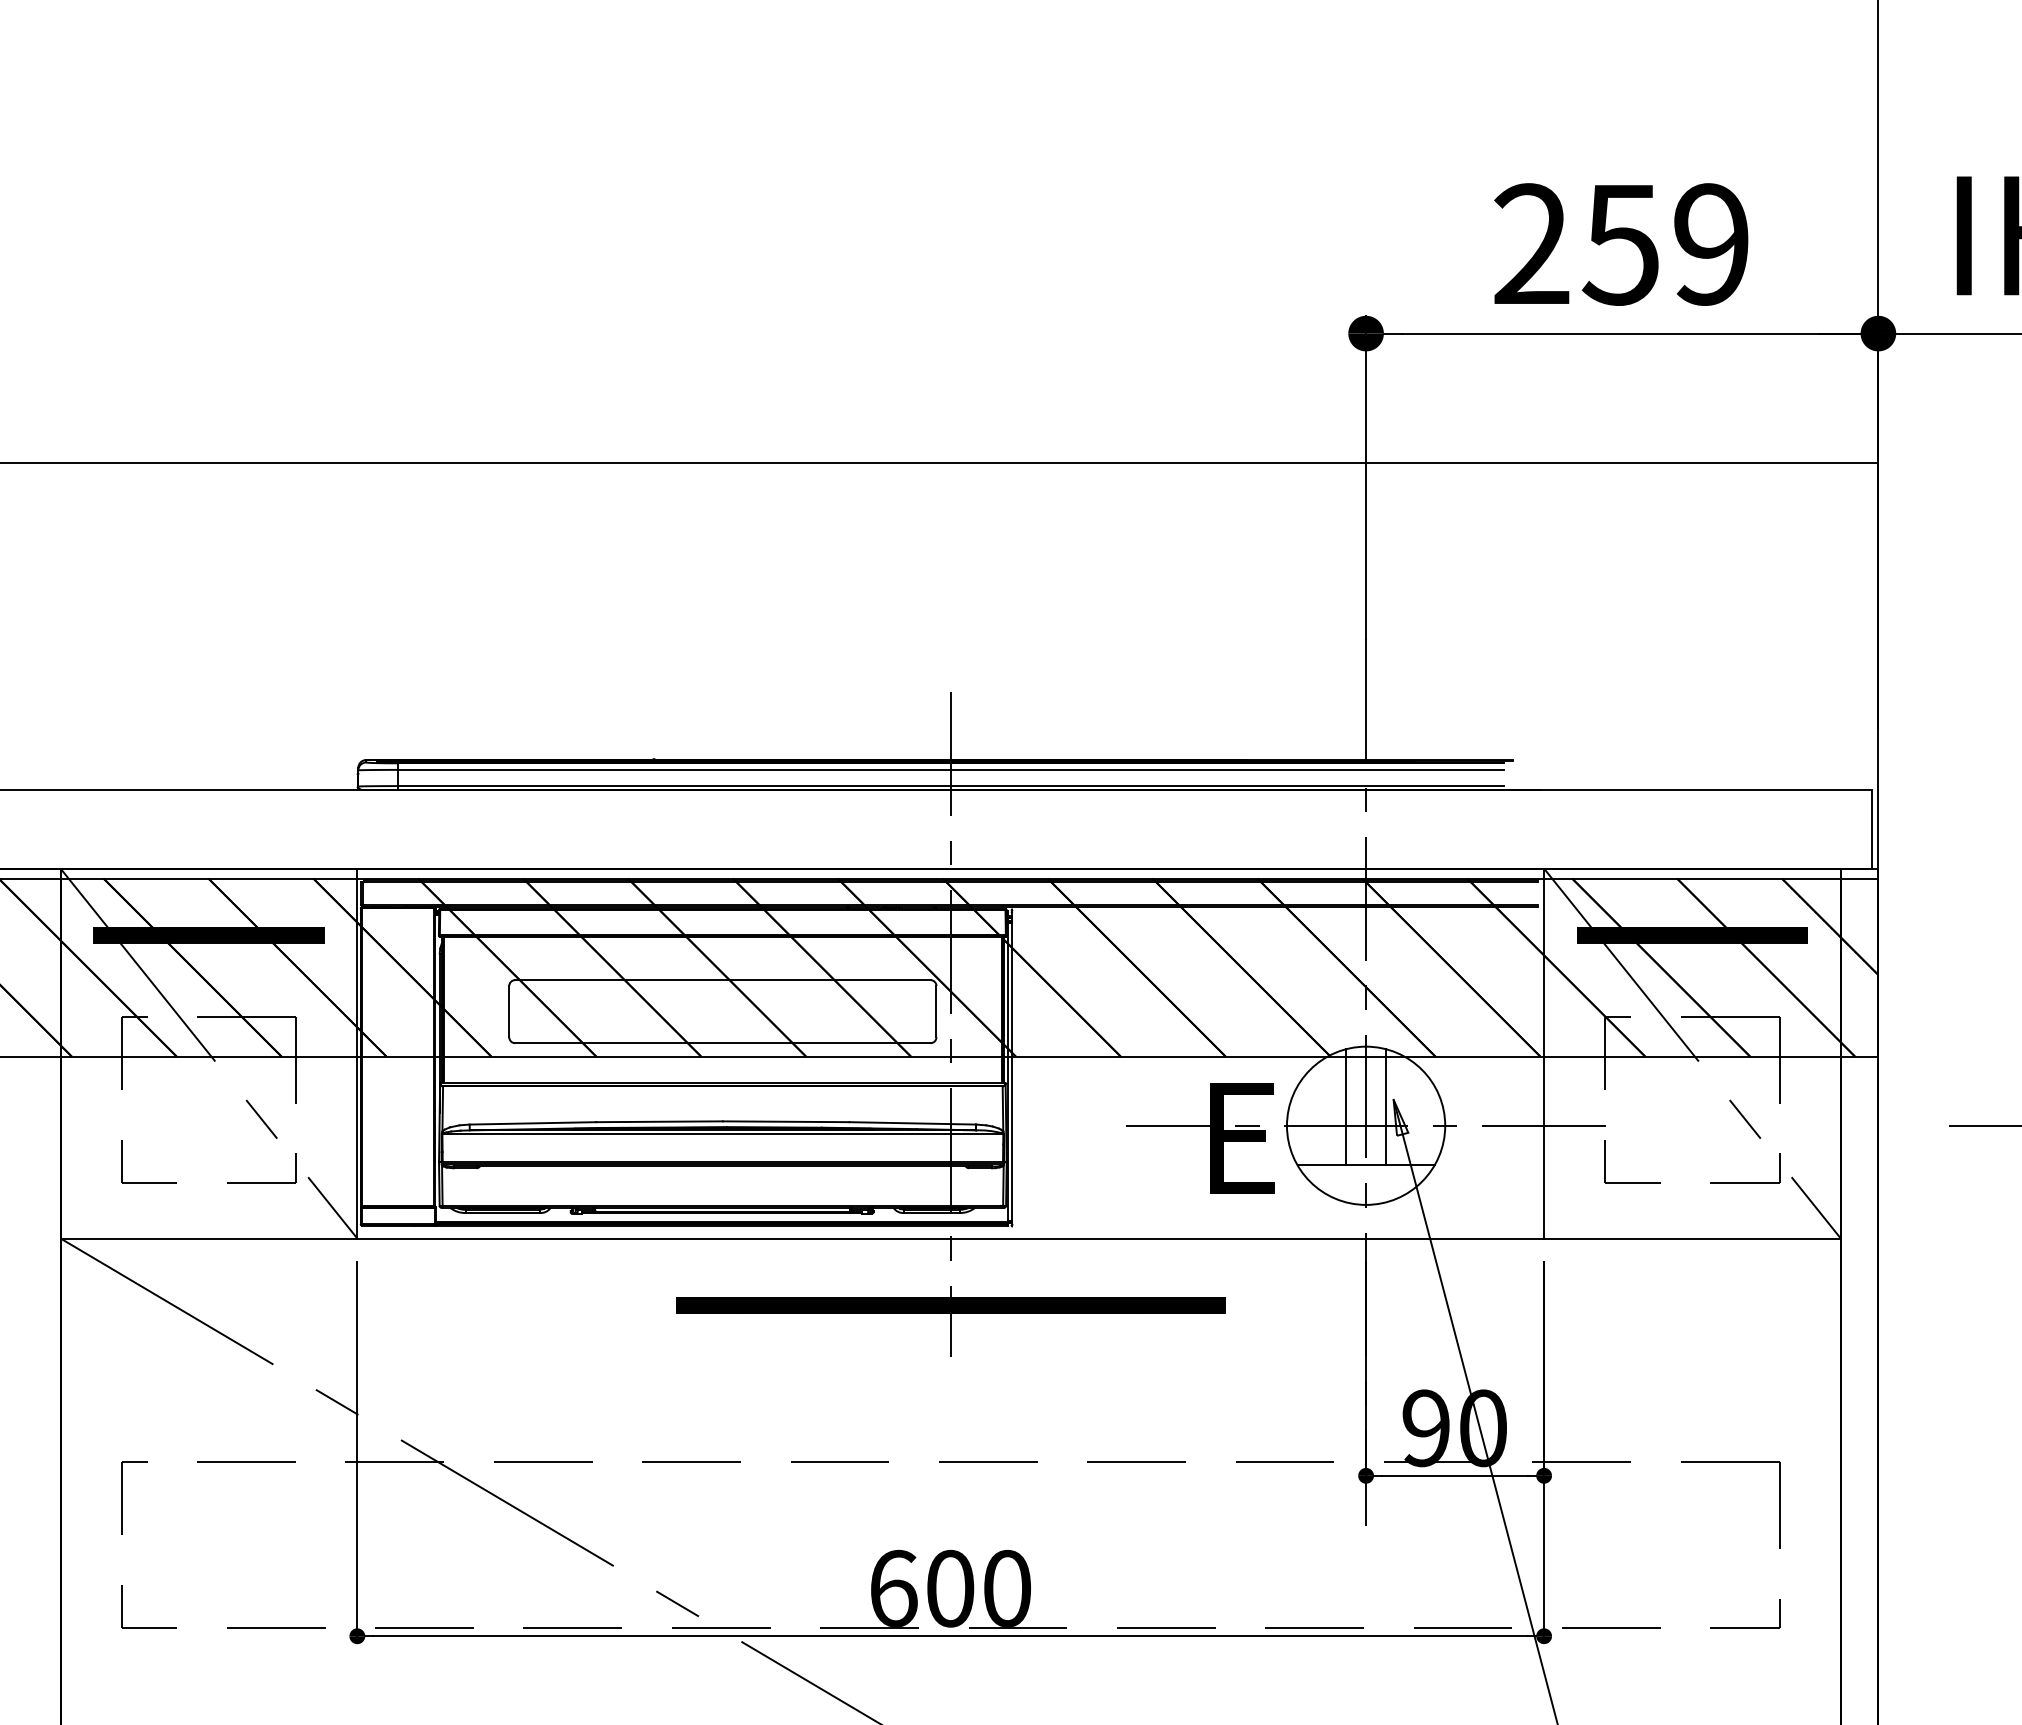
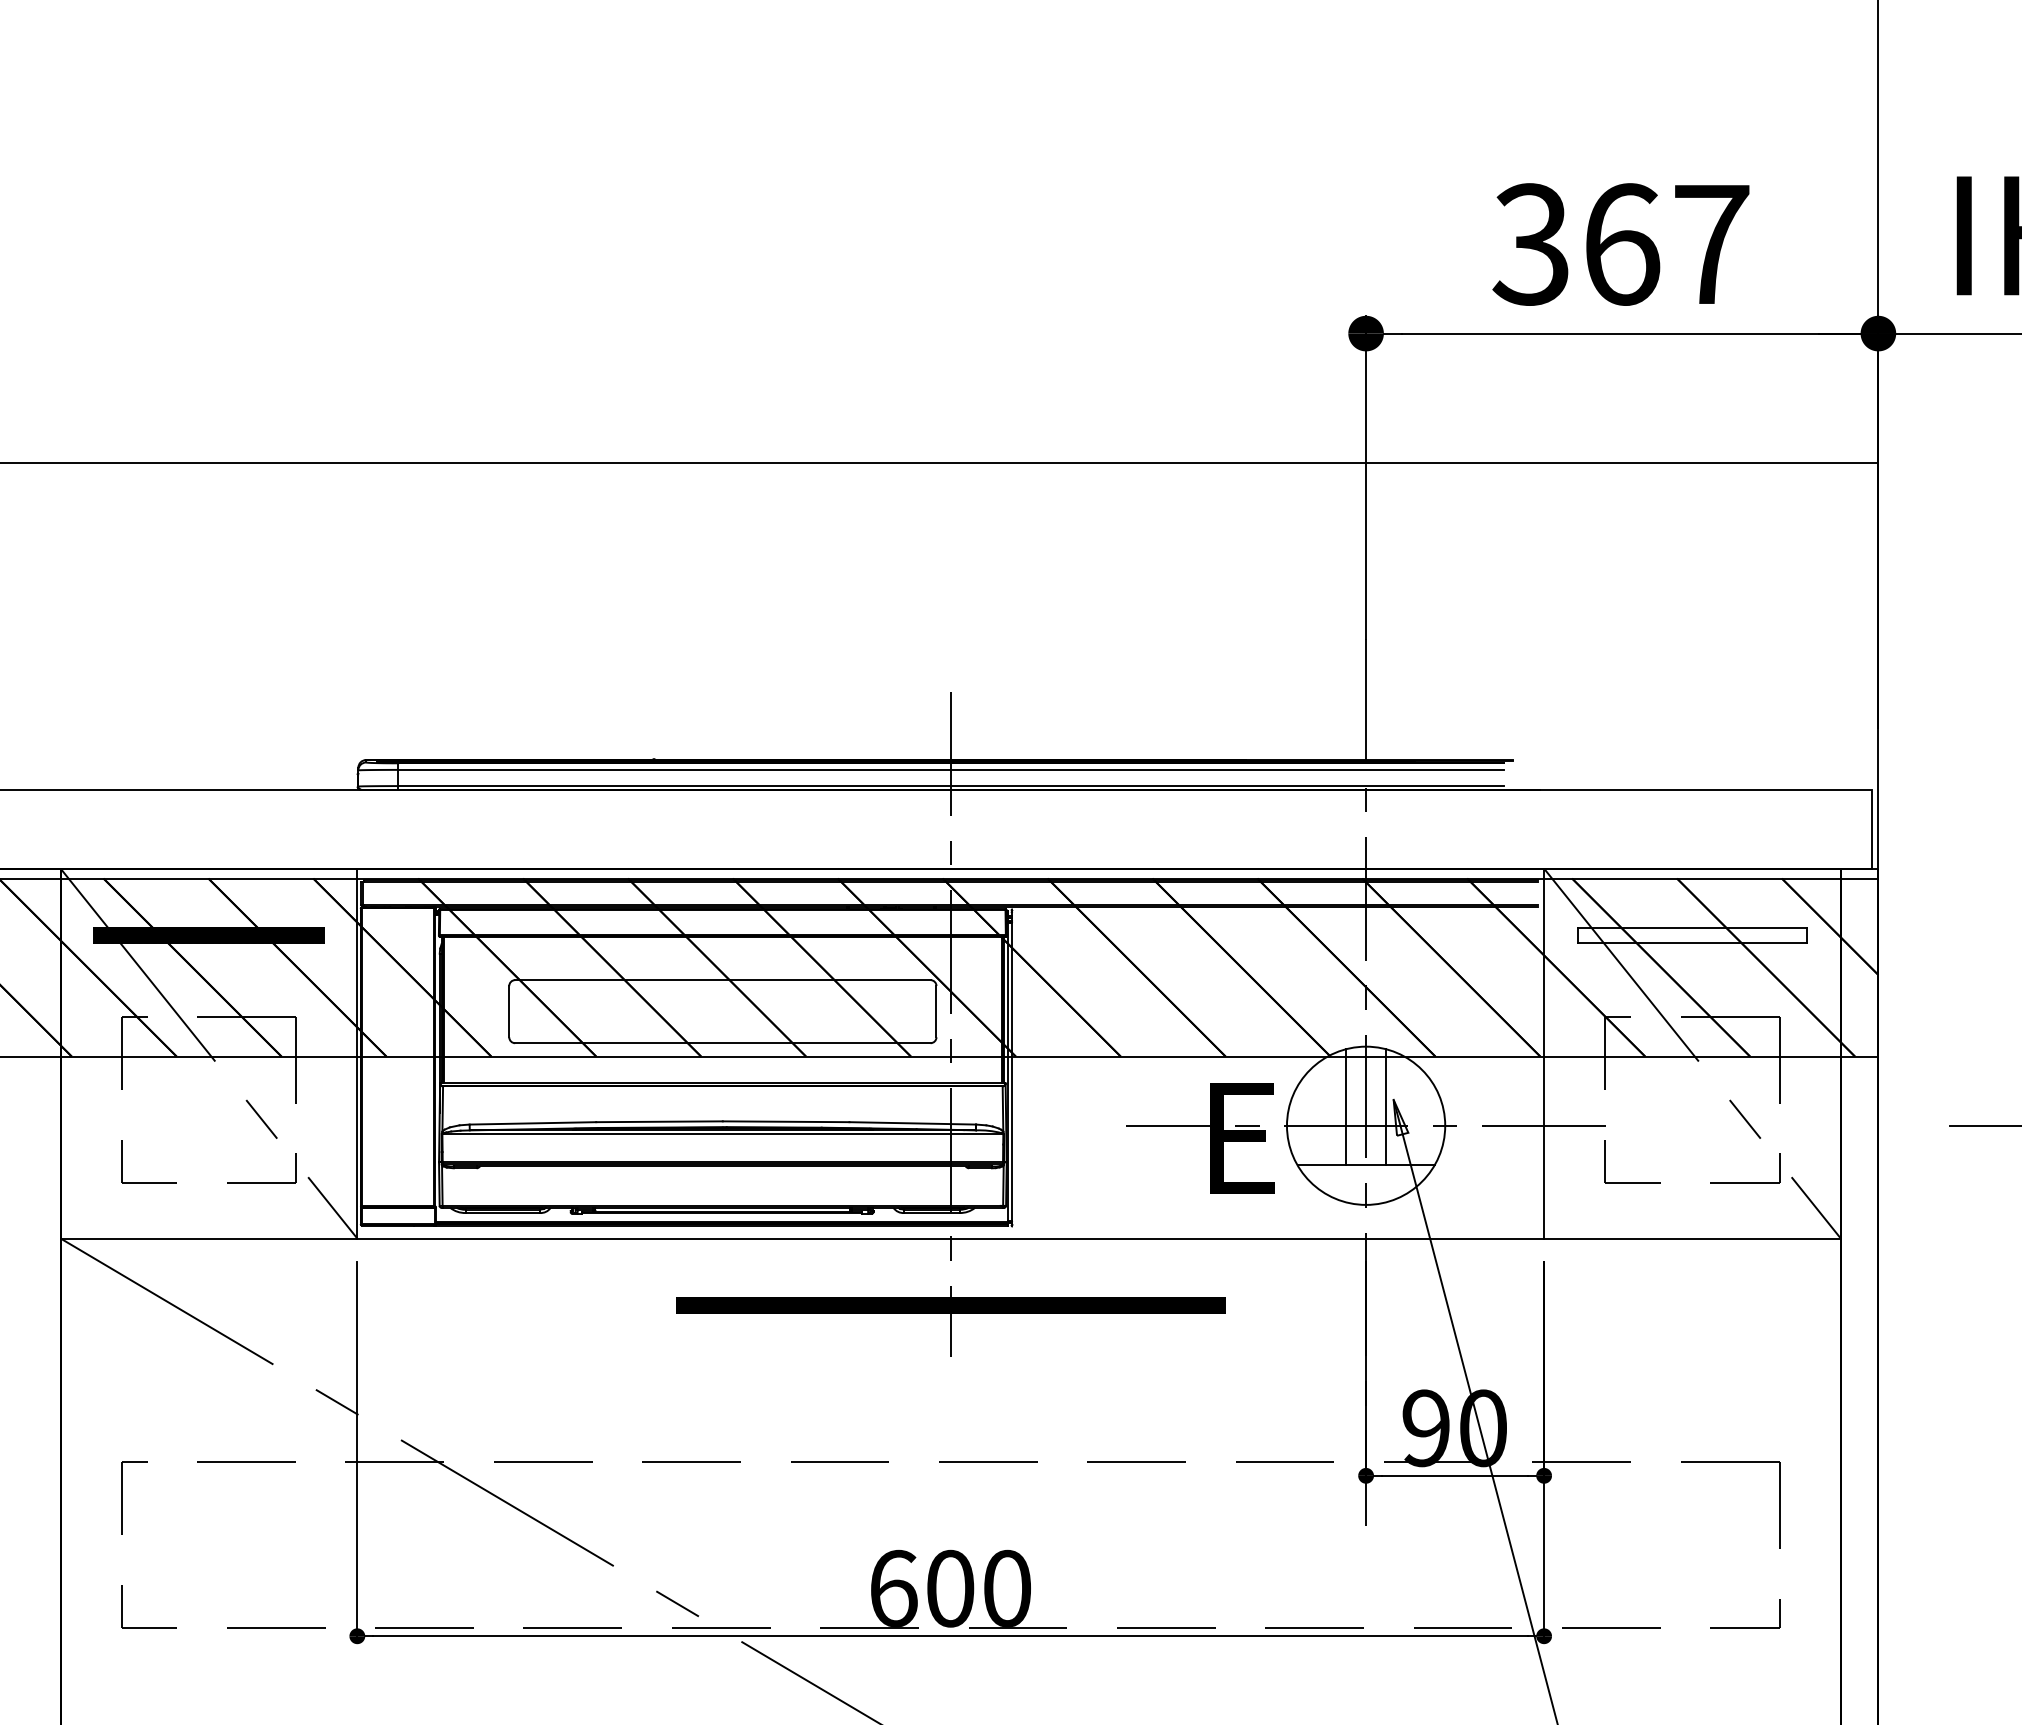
text at (1620, 244): 259 -> 367
hatch at (1692, 935): present -> none
